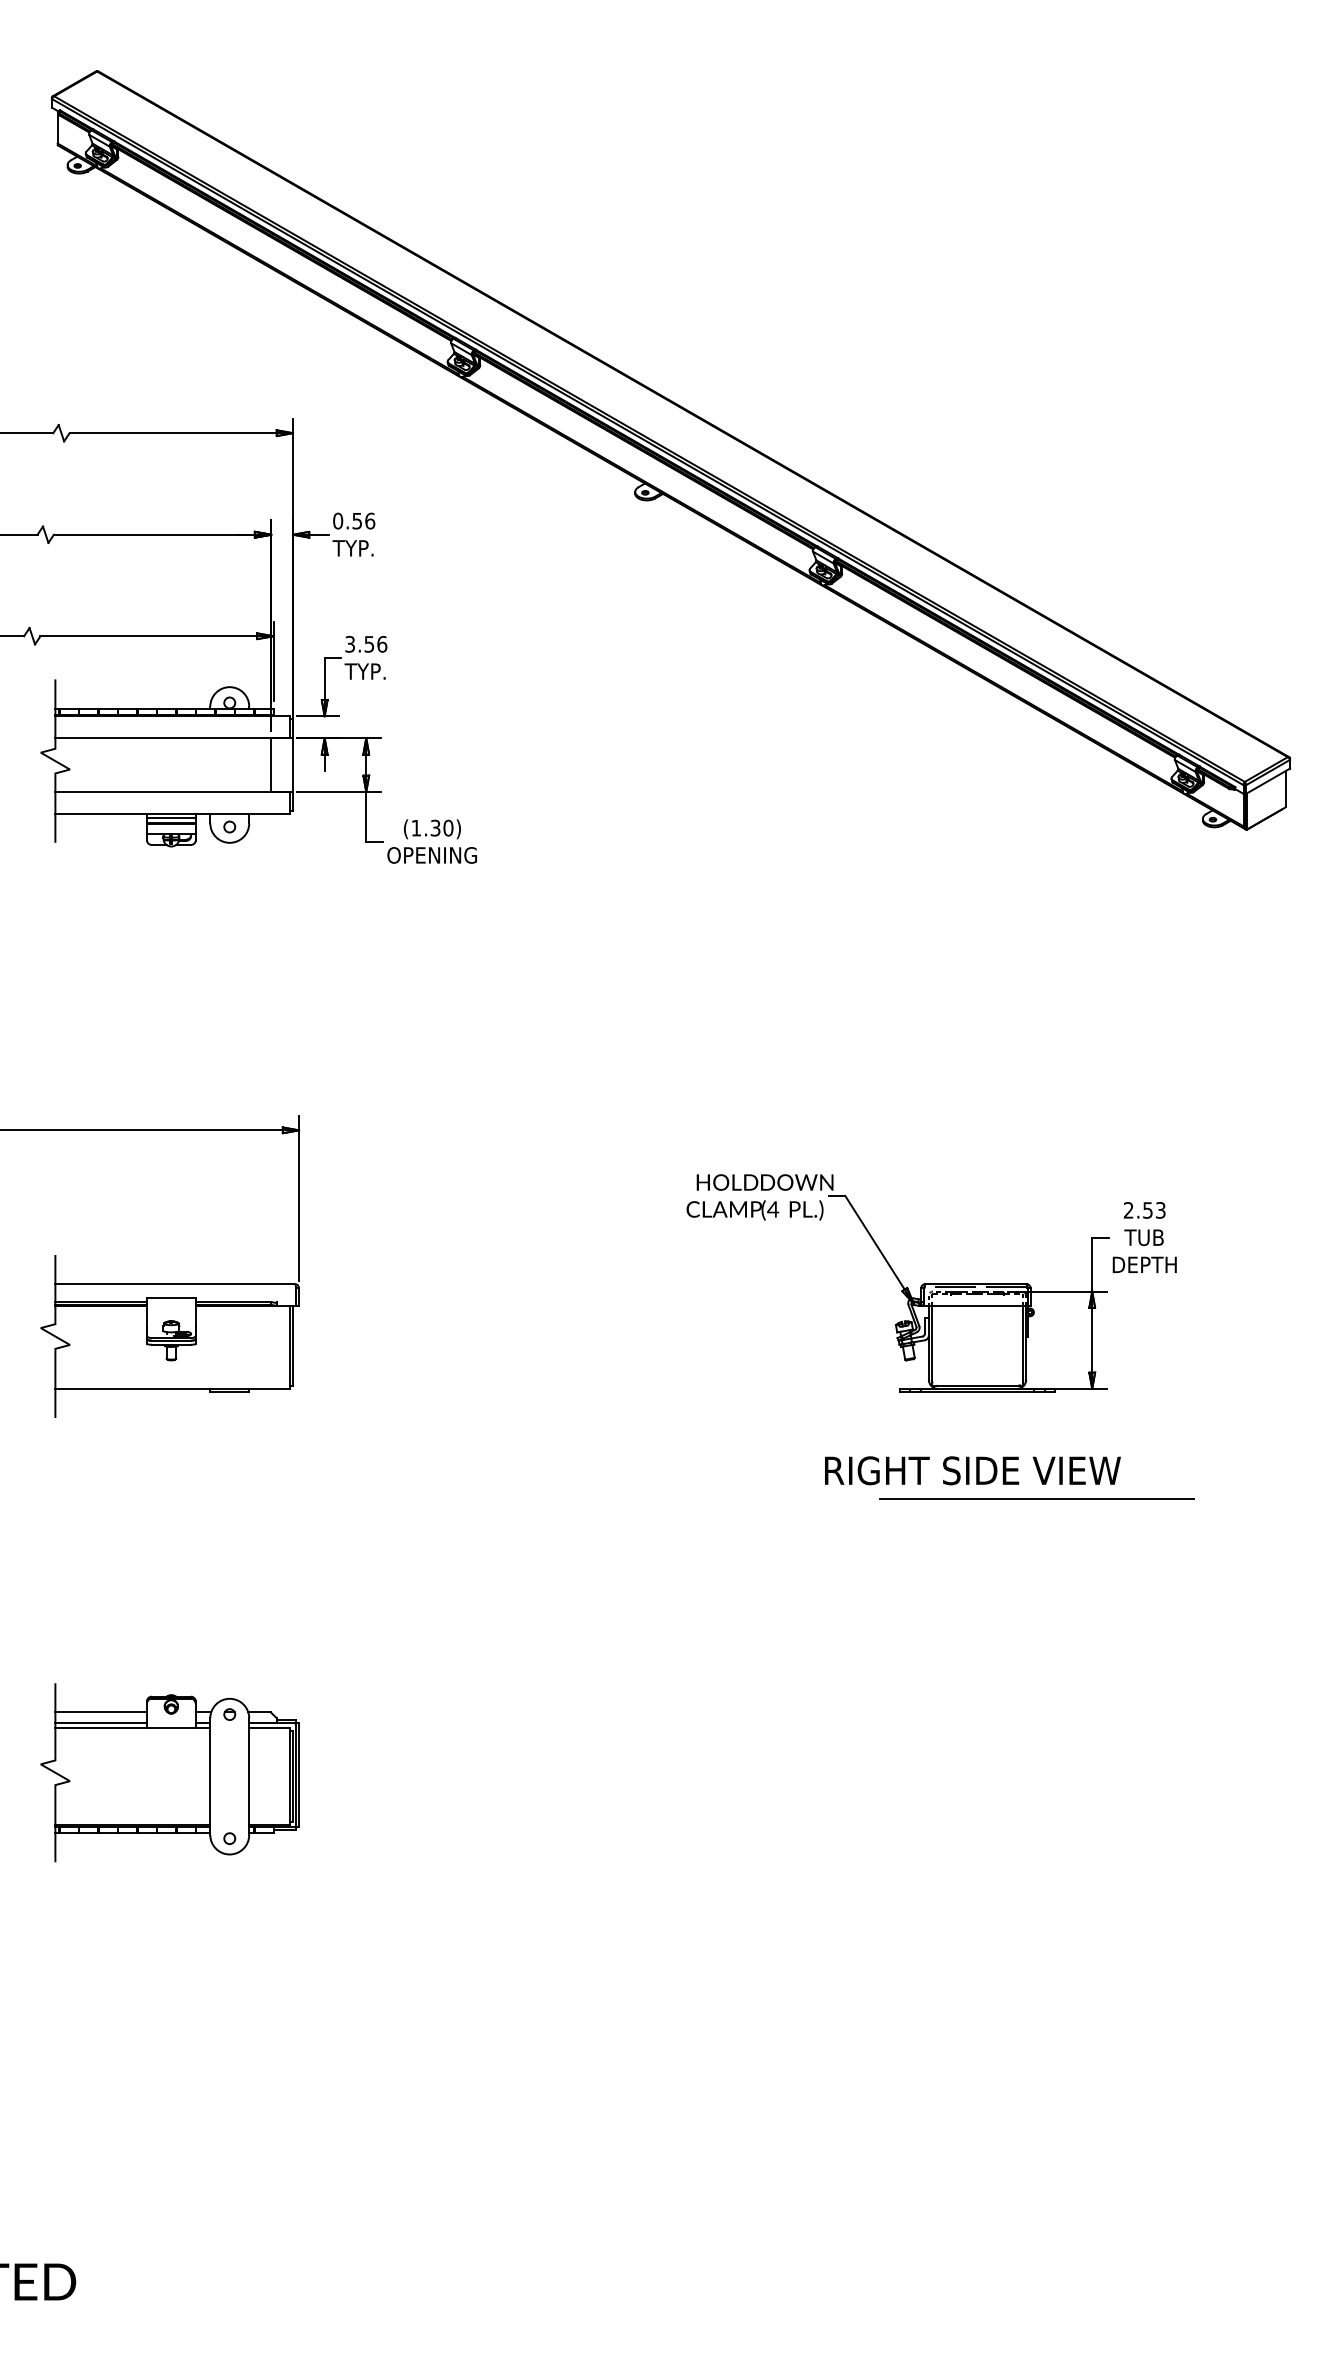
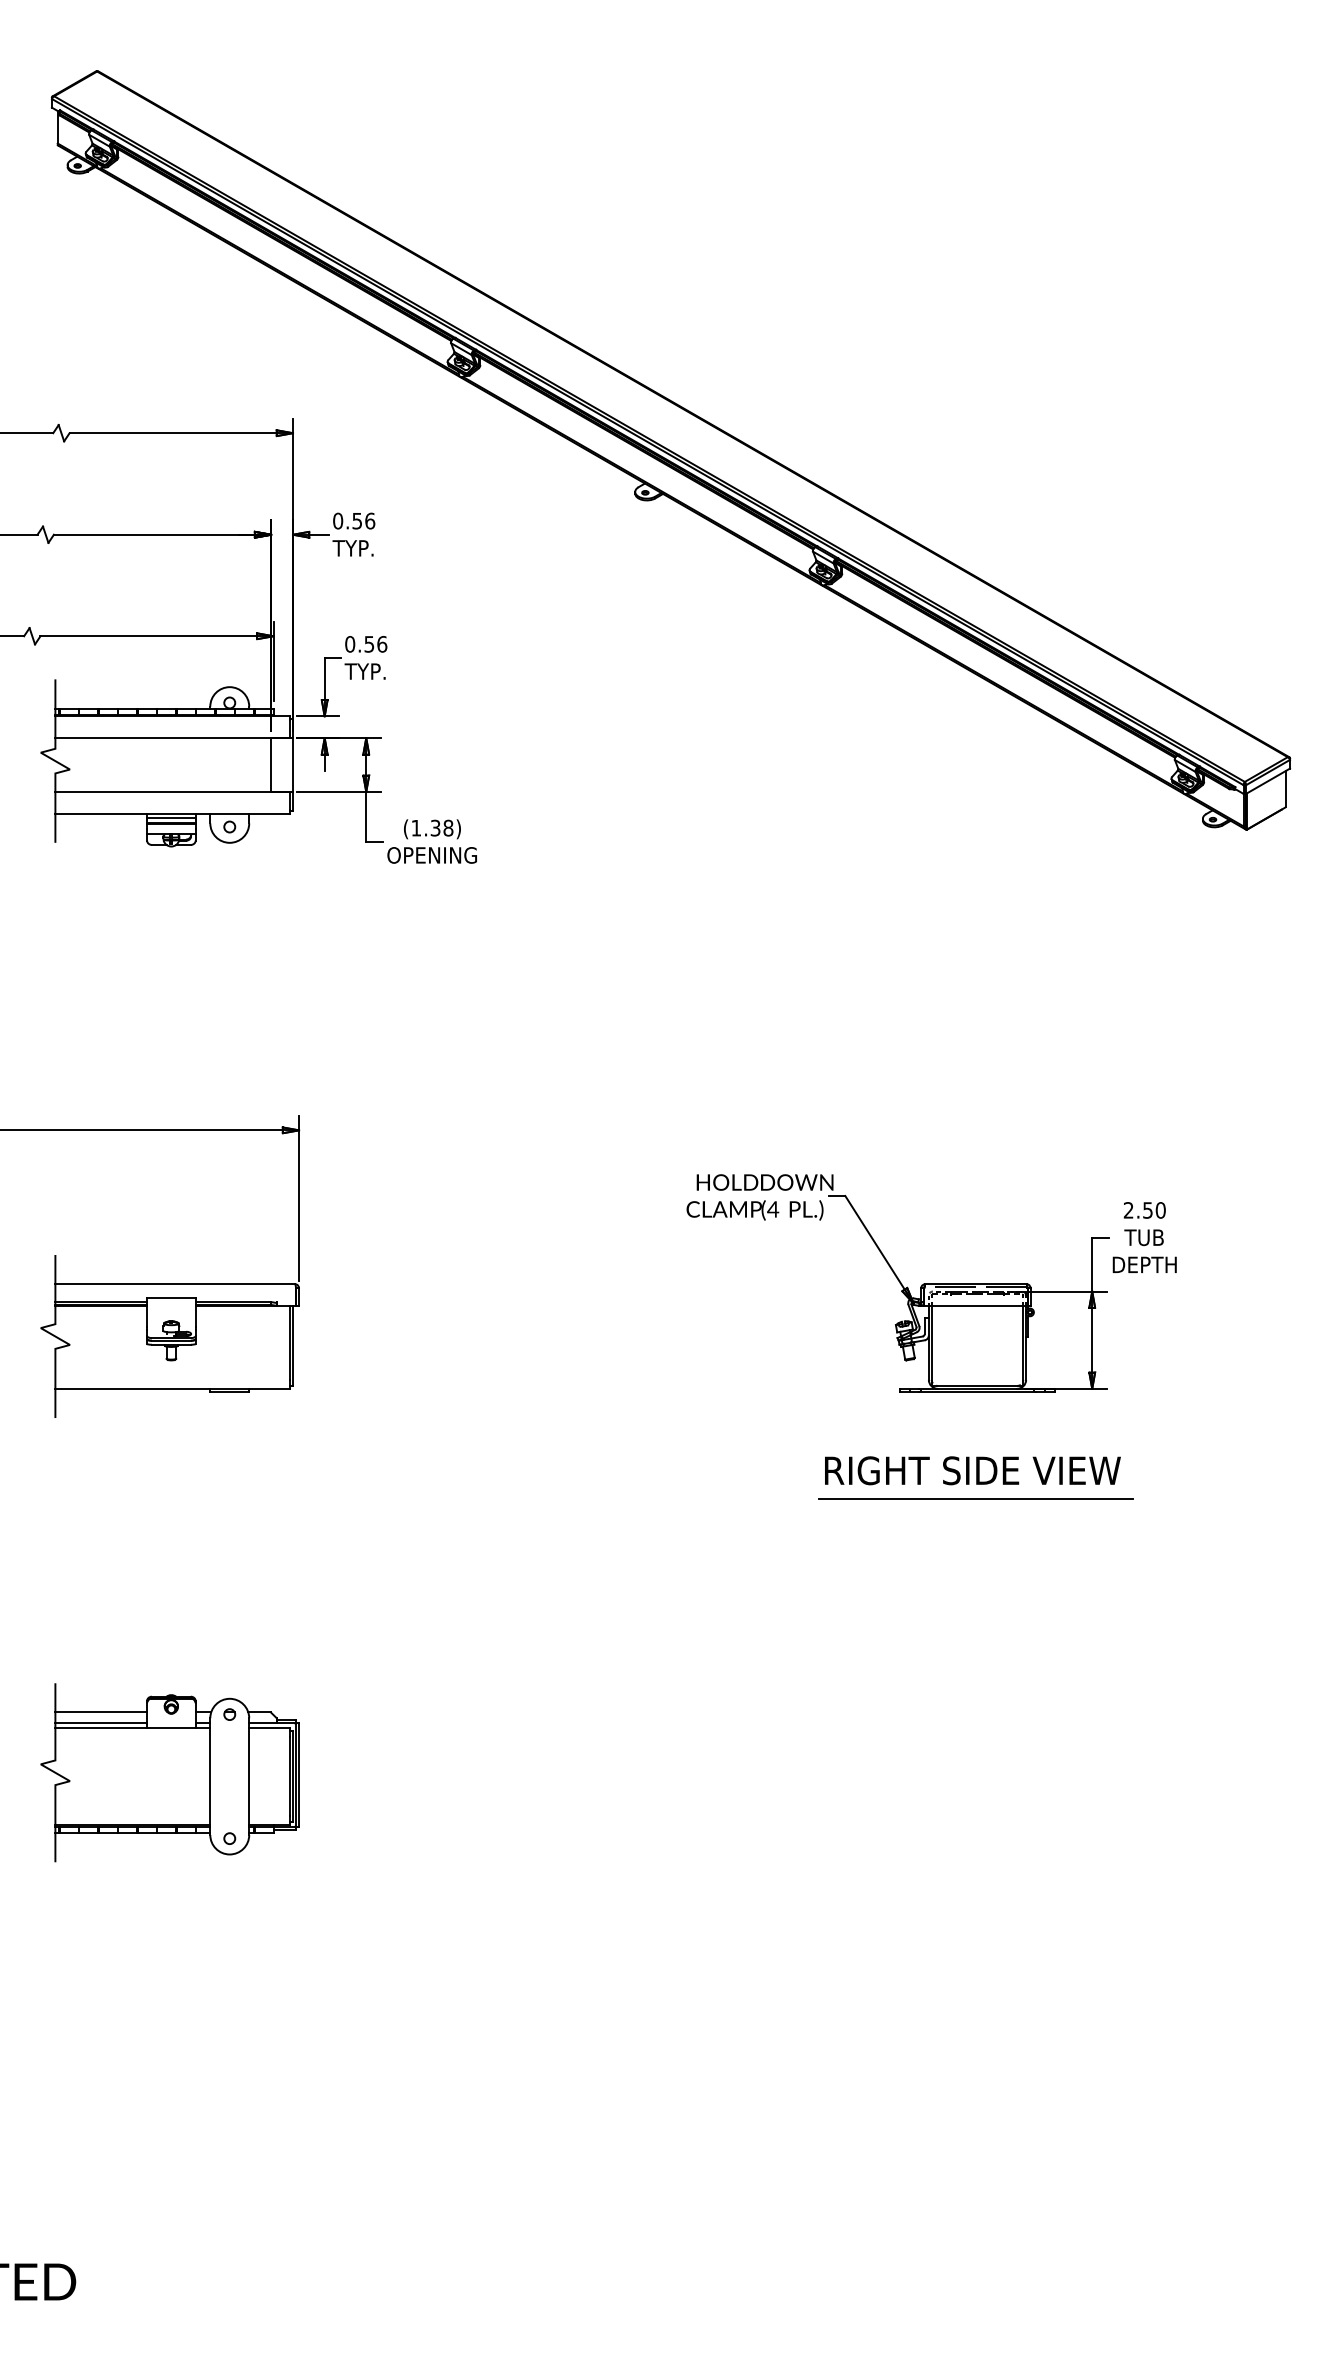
text at (350, 644): 3.56 -> 0.56
text at (448, 828): (1.30) -> (1.38)
text at (1160, 1210): 2.53 -> 2.50
line at (1036, 1498) position: (1036, 1498) -> (975, 1498)
